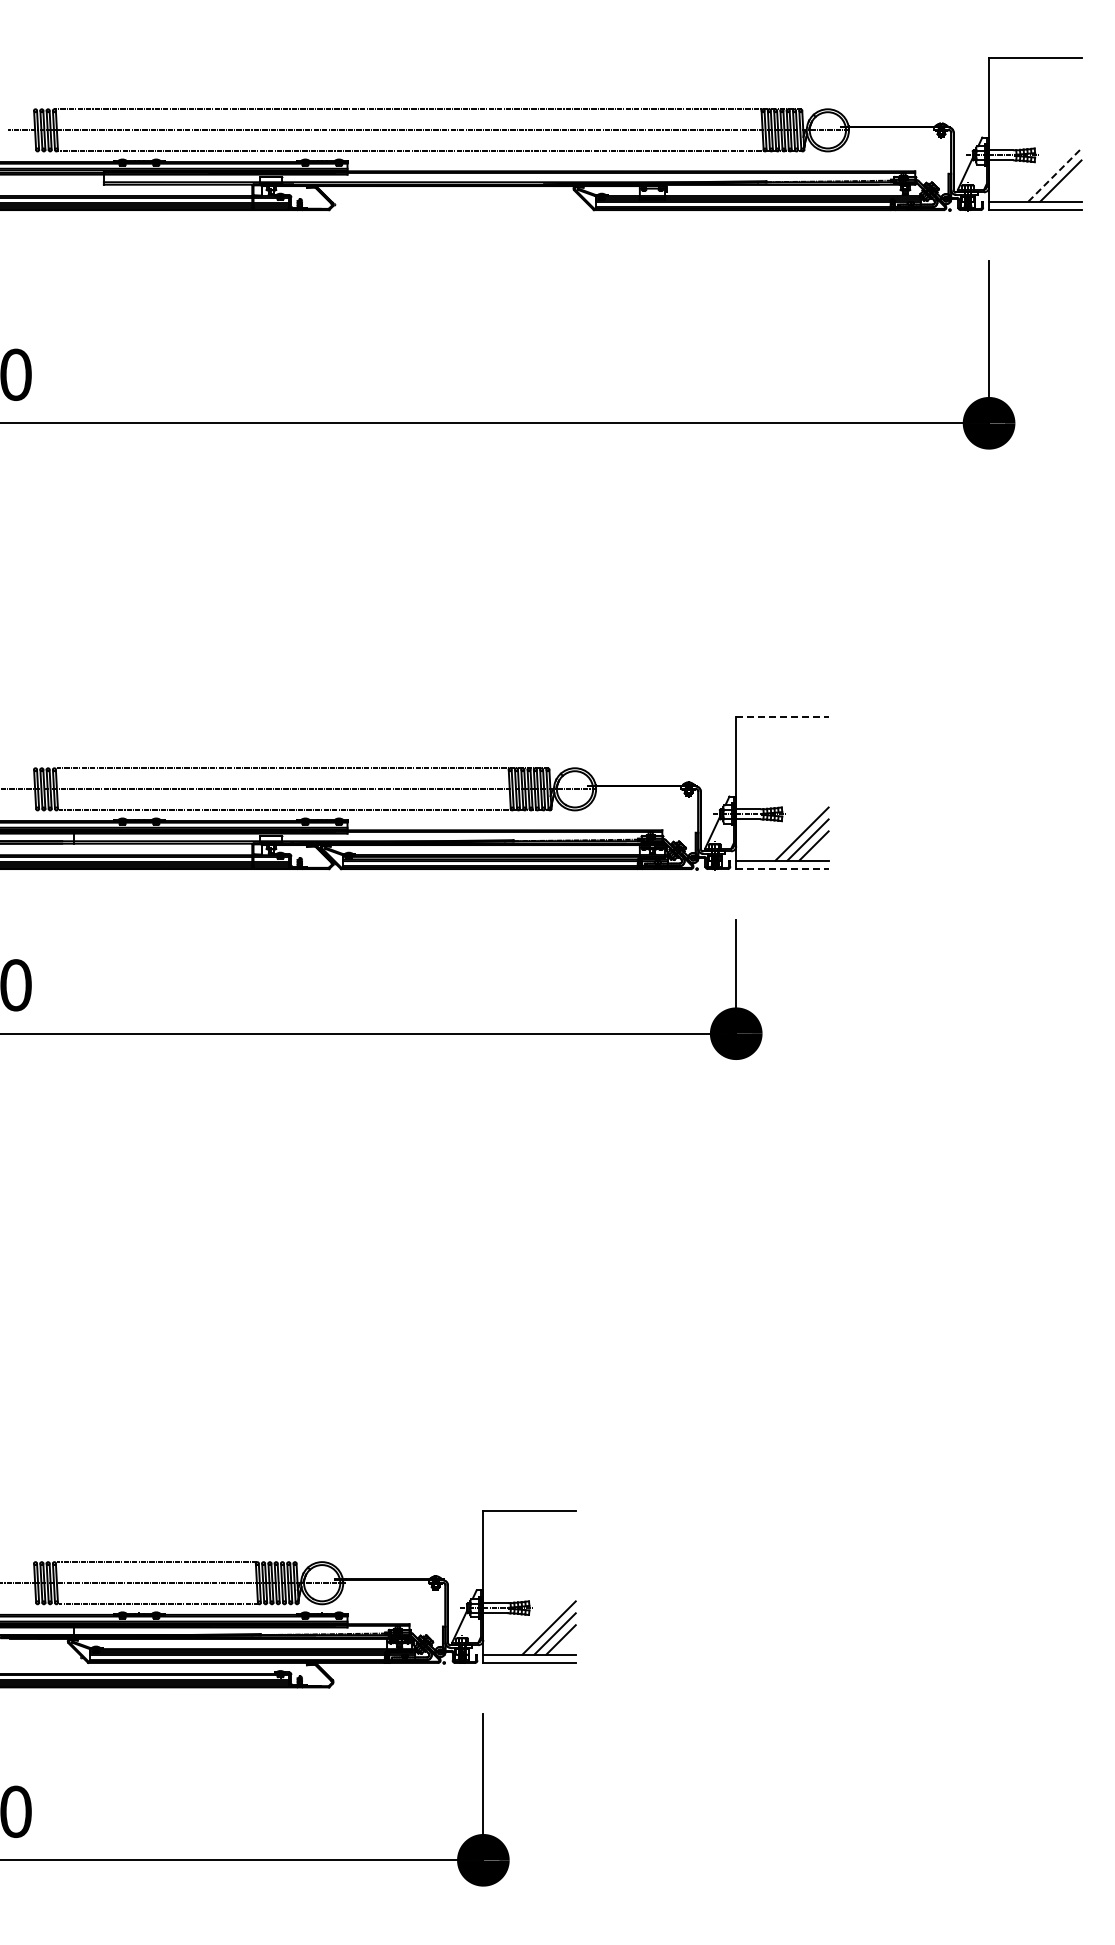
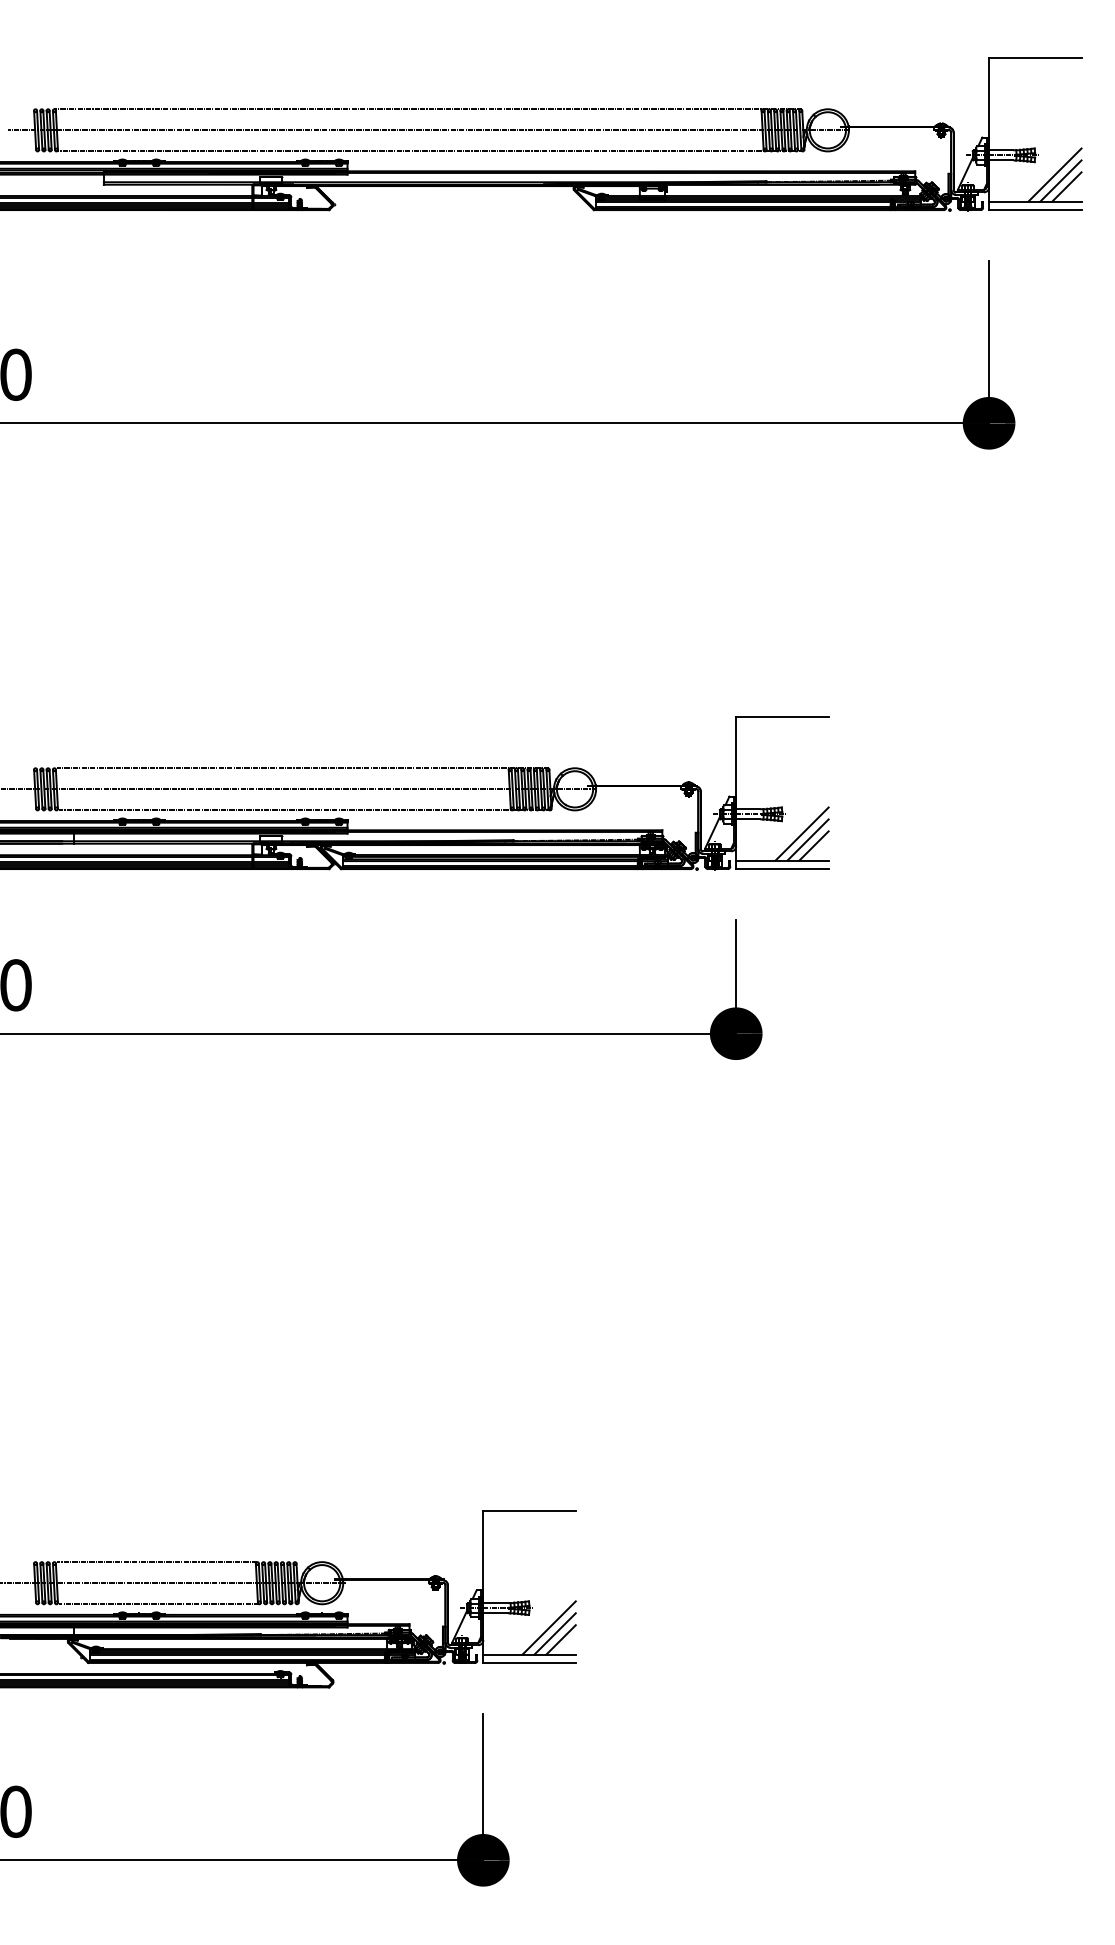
line at (1054, 175): dashed -> solid
line at (1066, 186): none -> present
line at (782, 717): dashed -> solid
line at (782, 869): dashed -> solid
